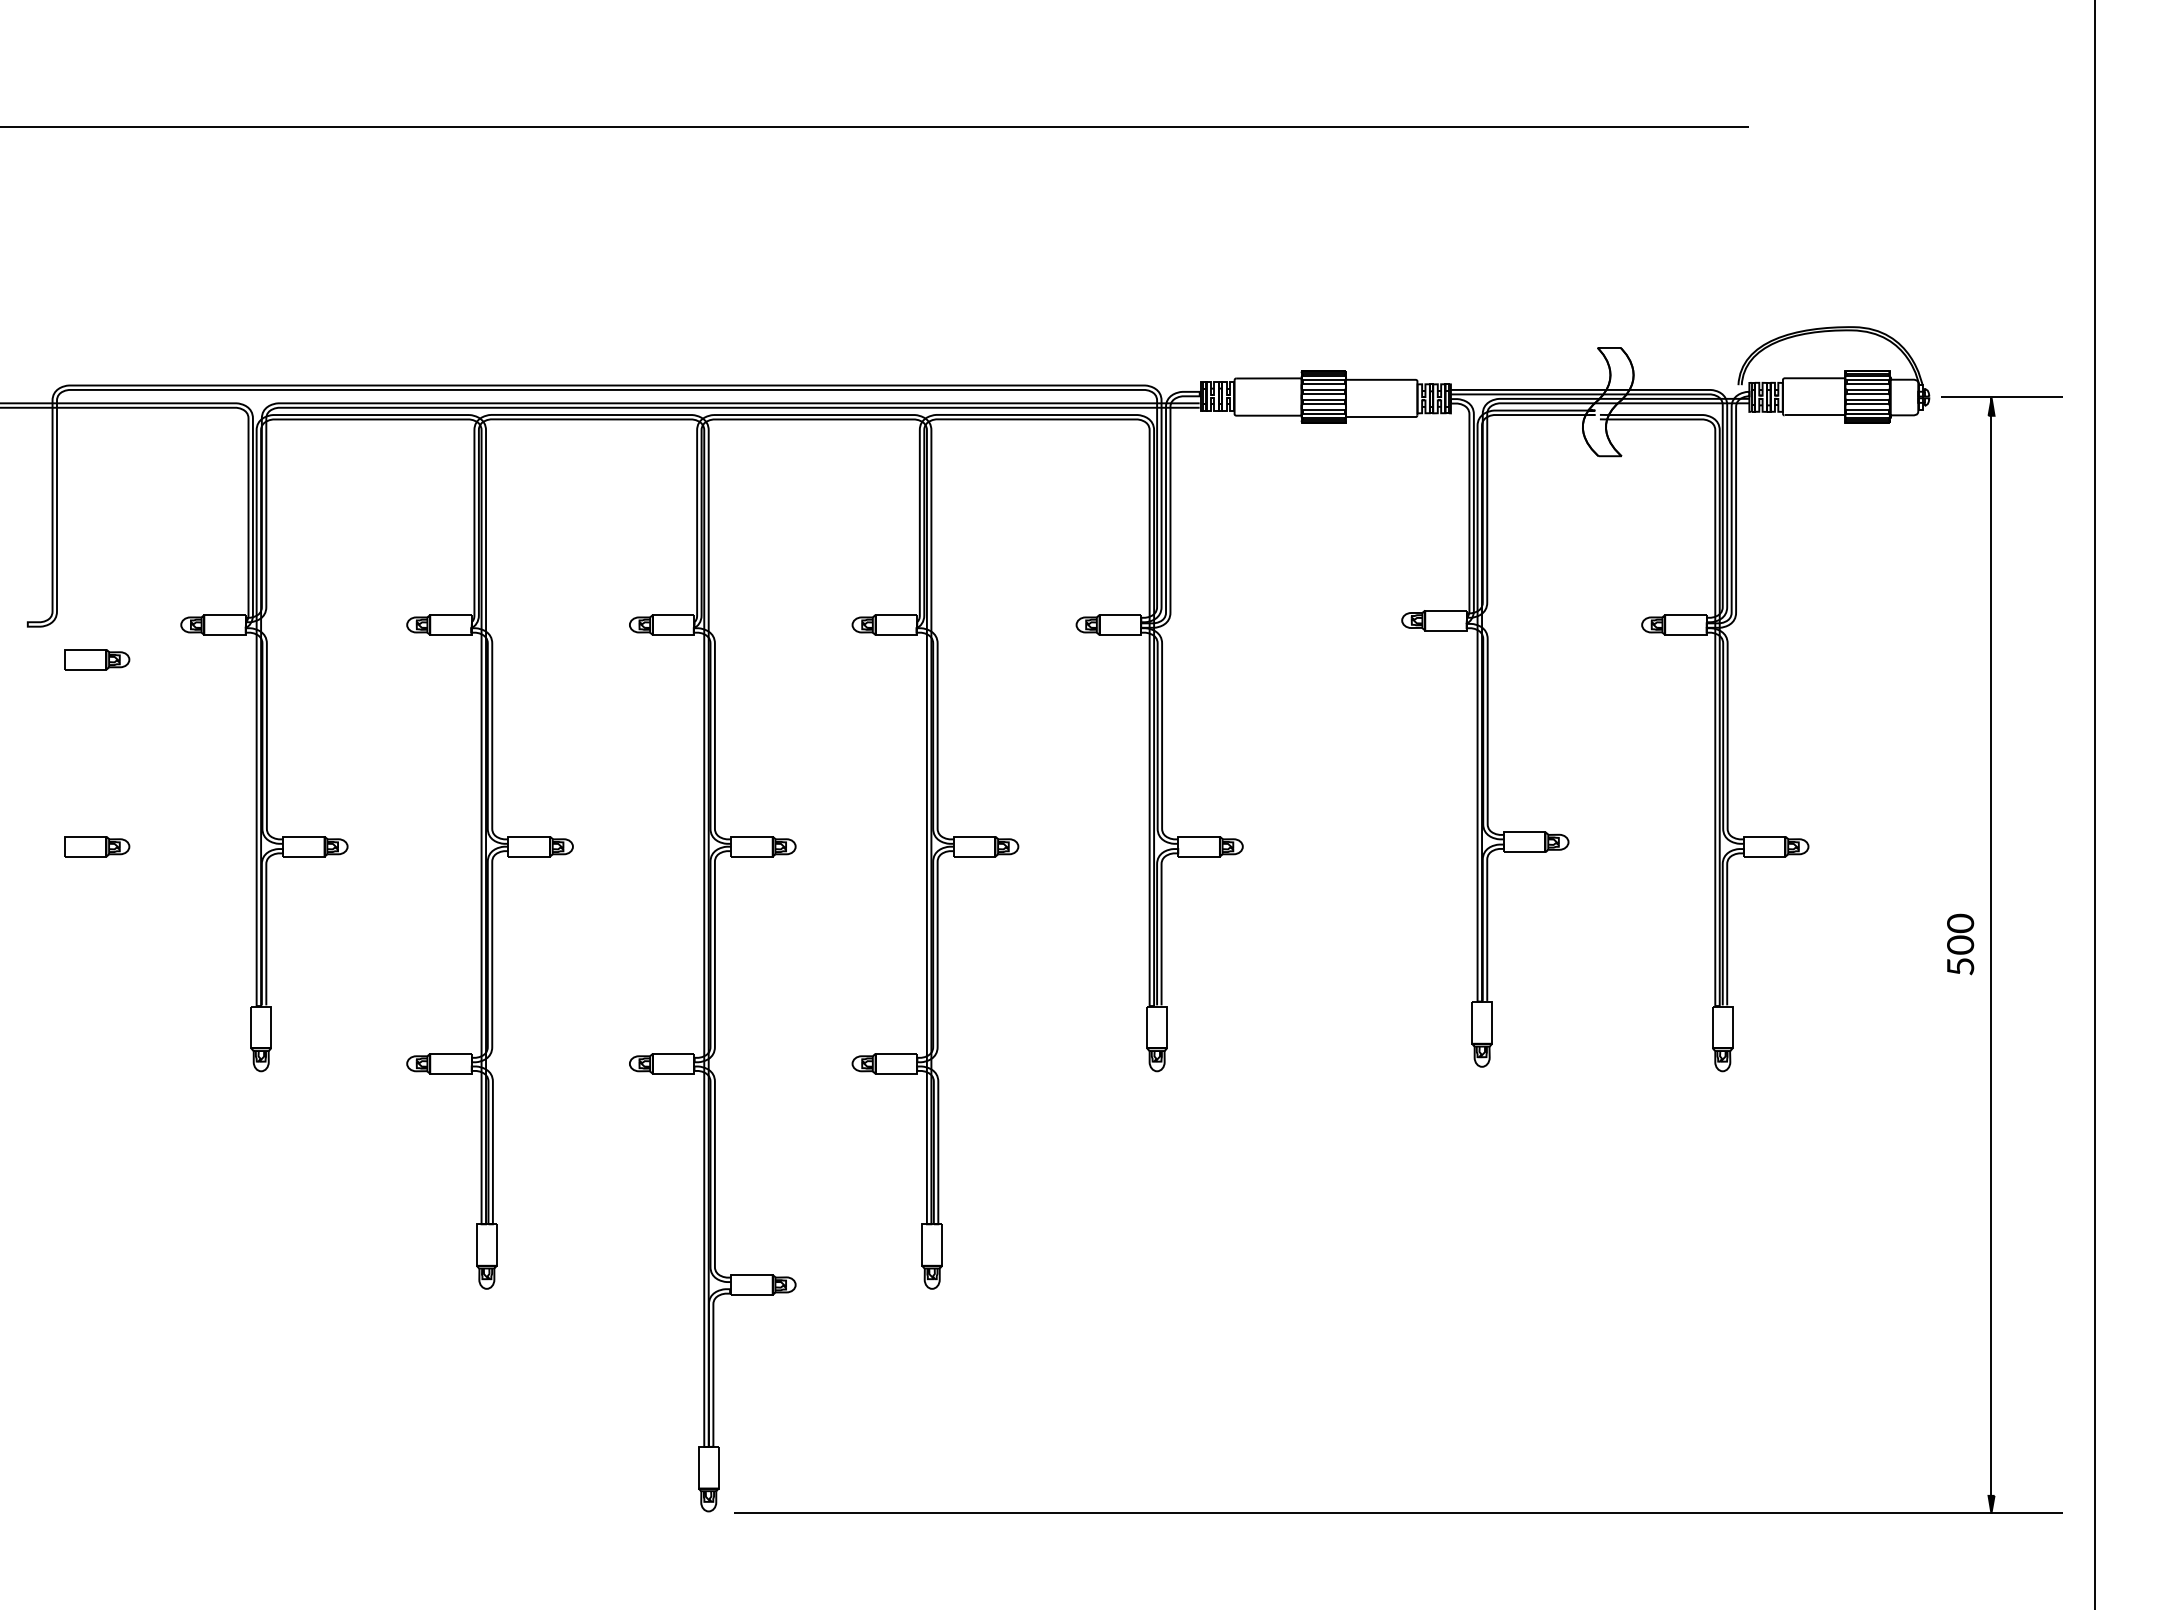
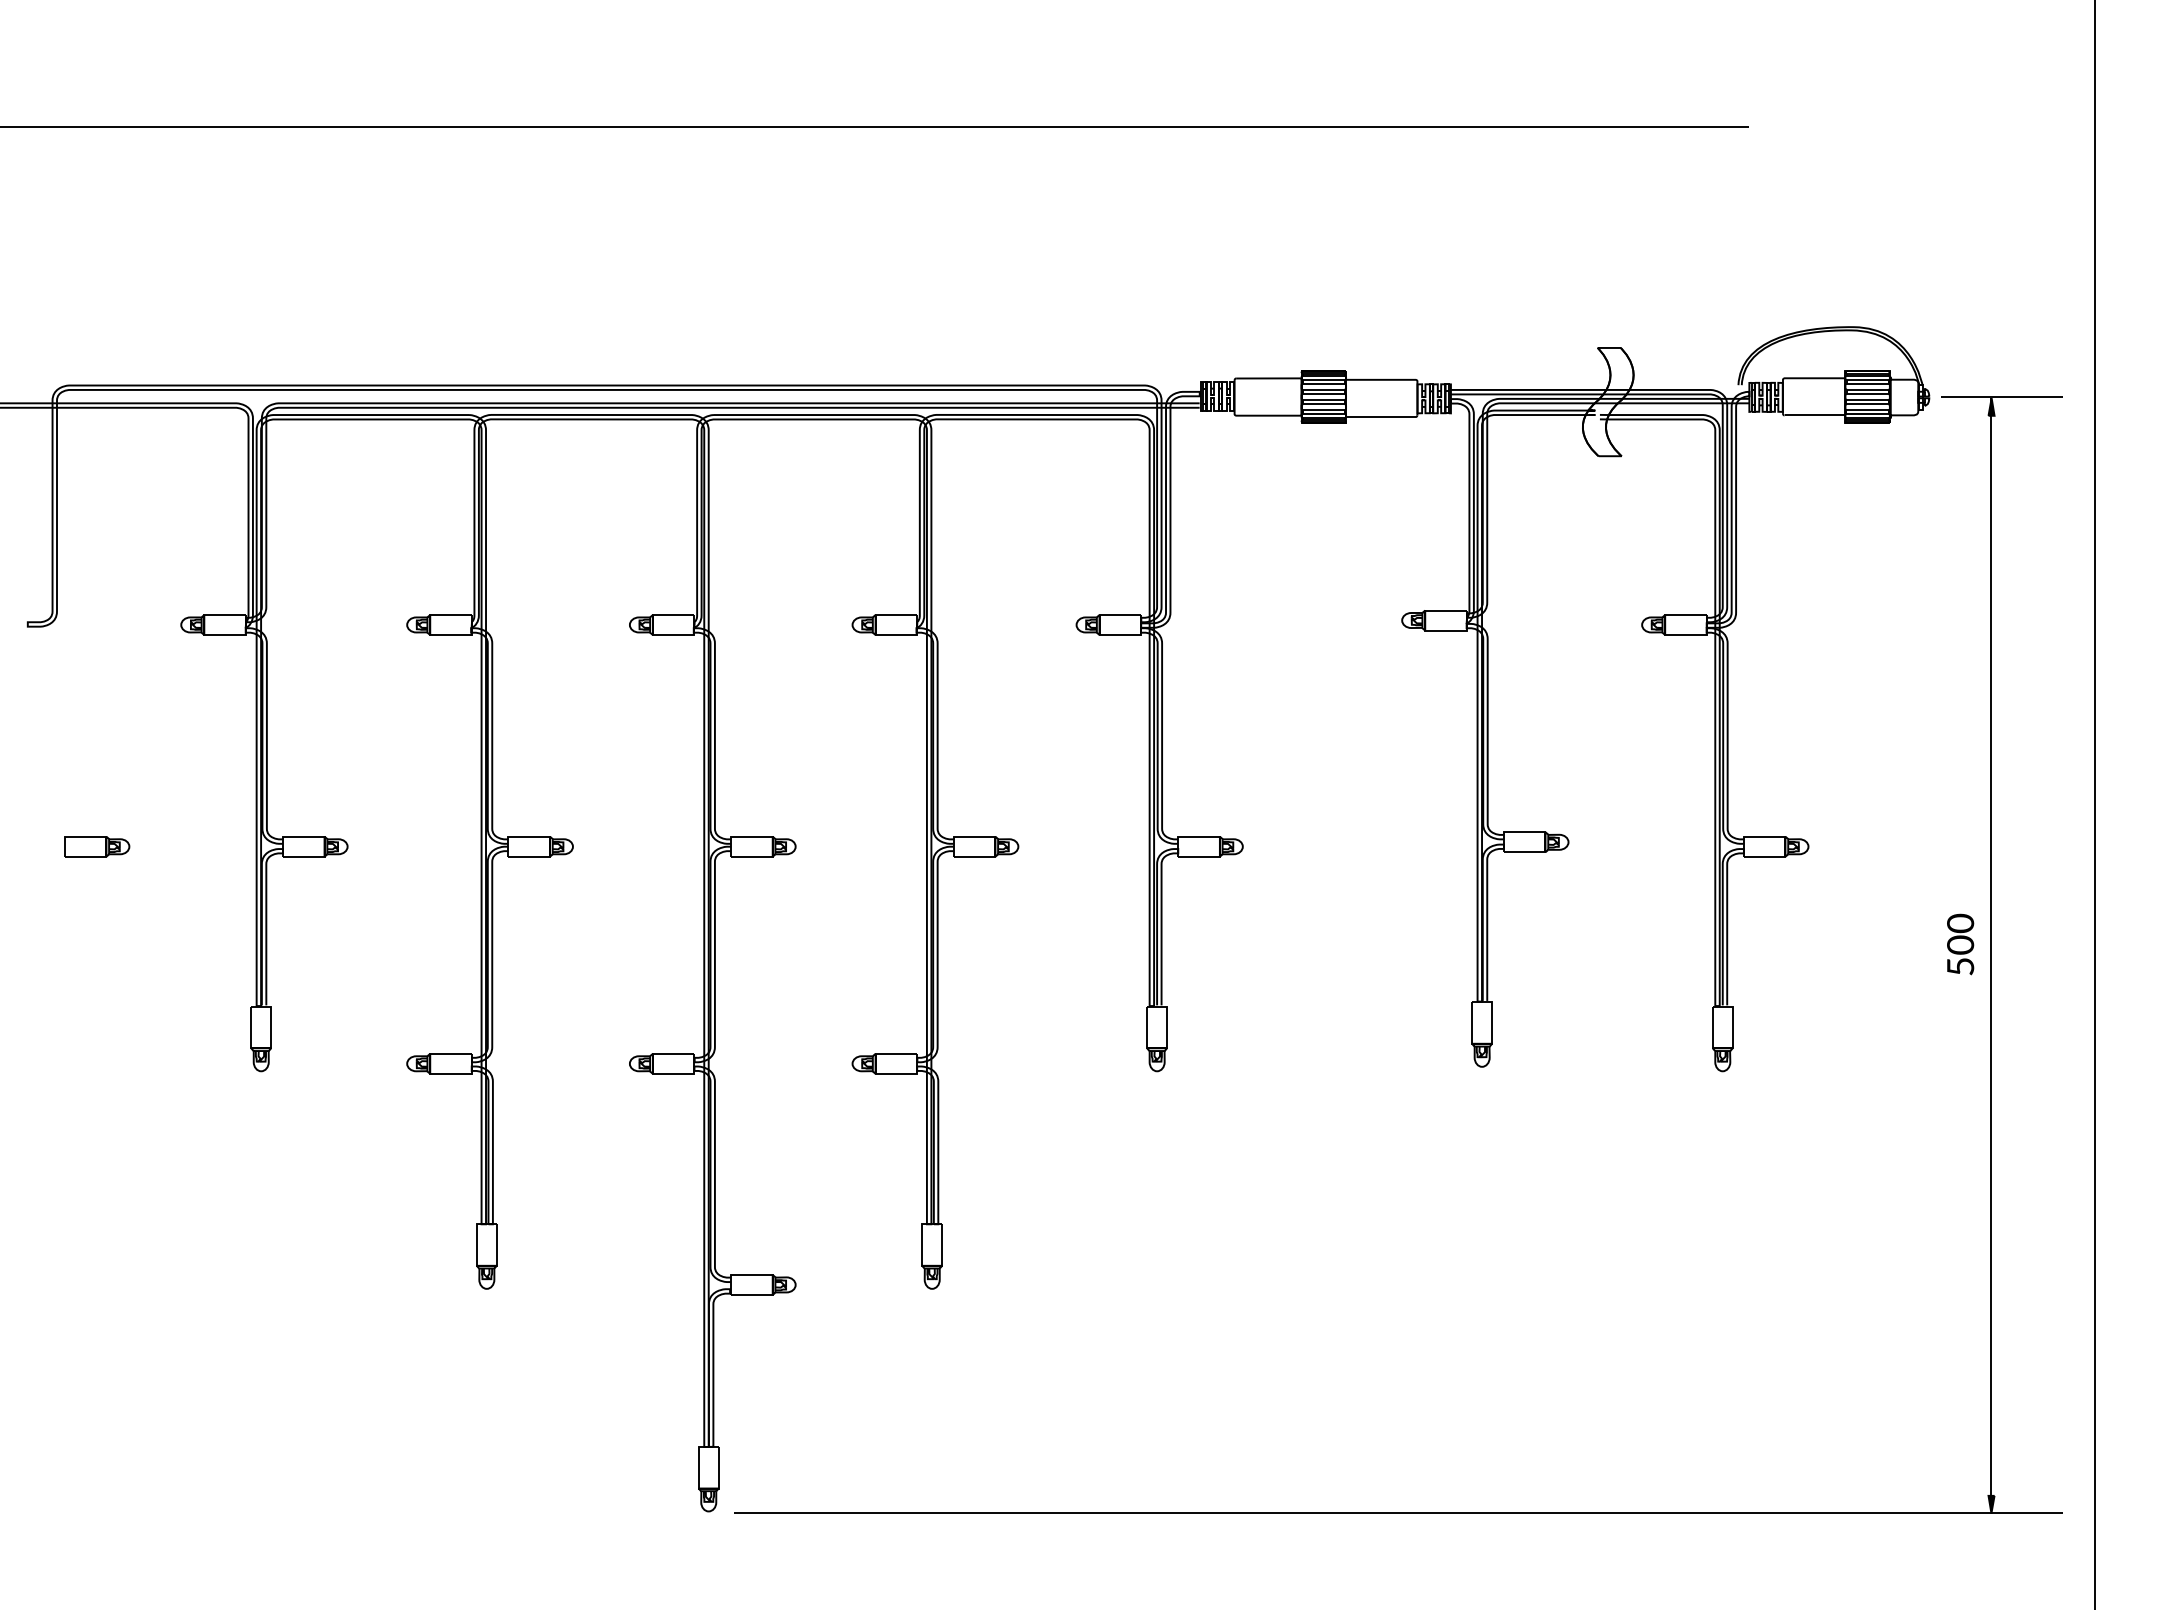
part at (97, 659): present -> none
